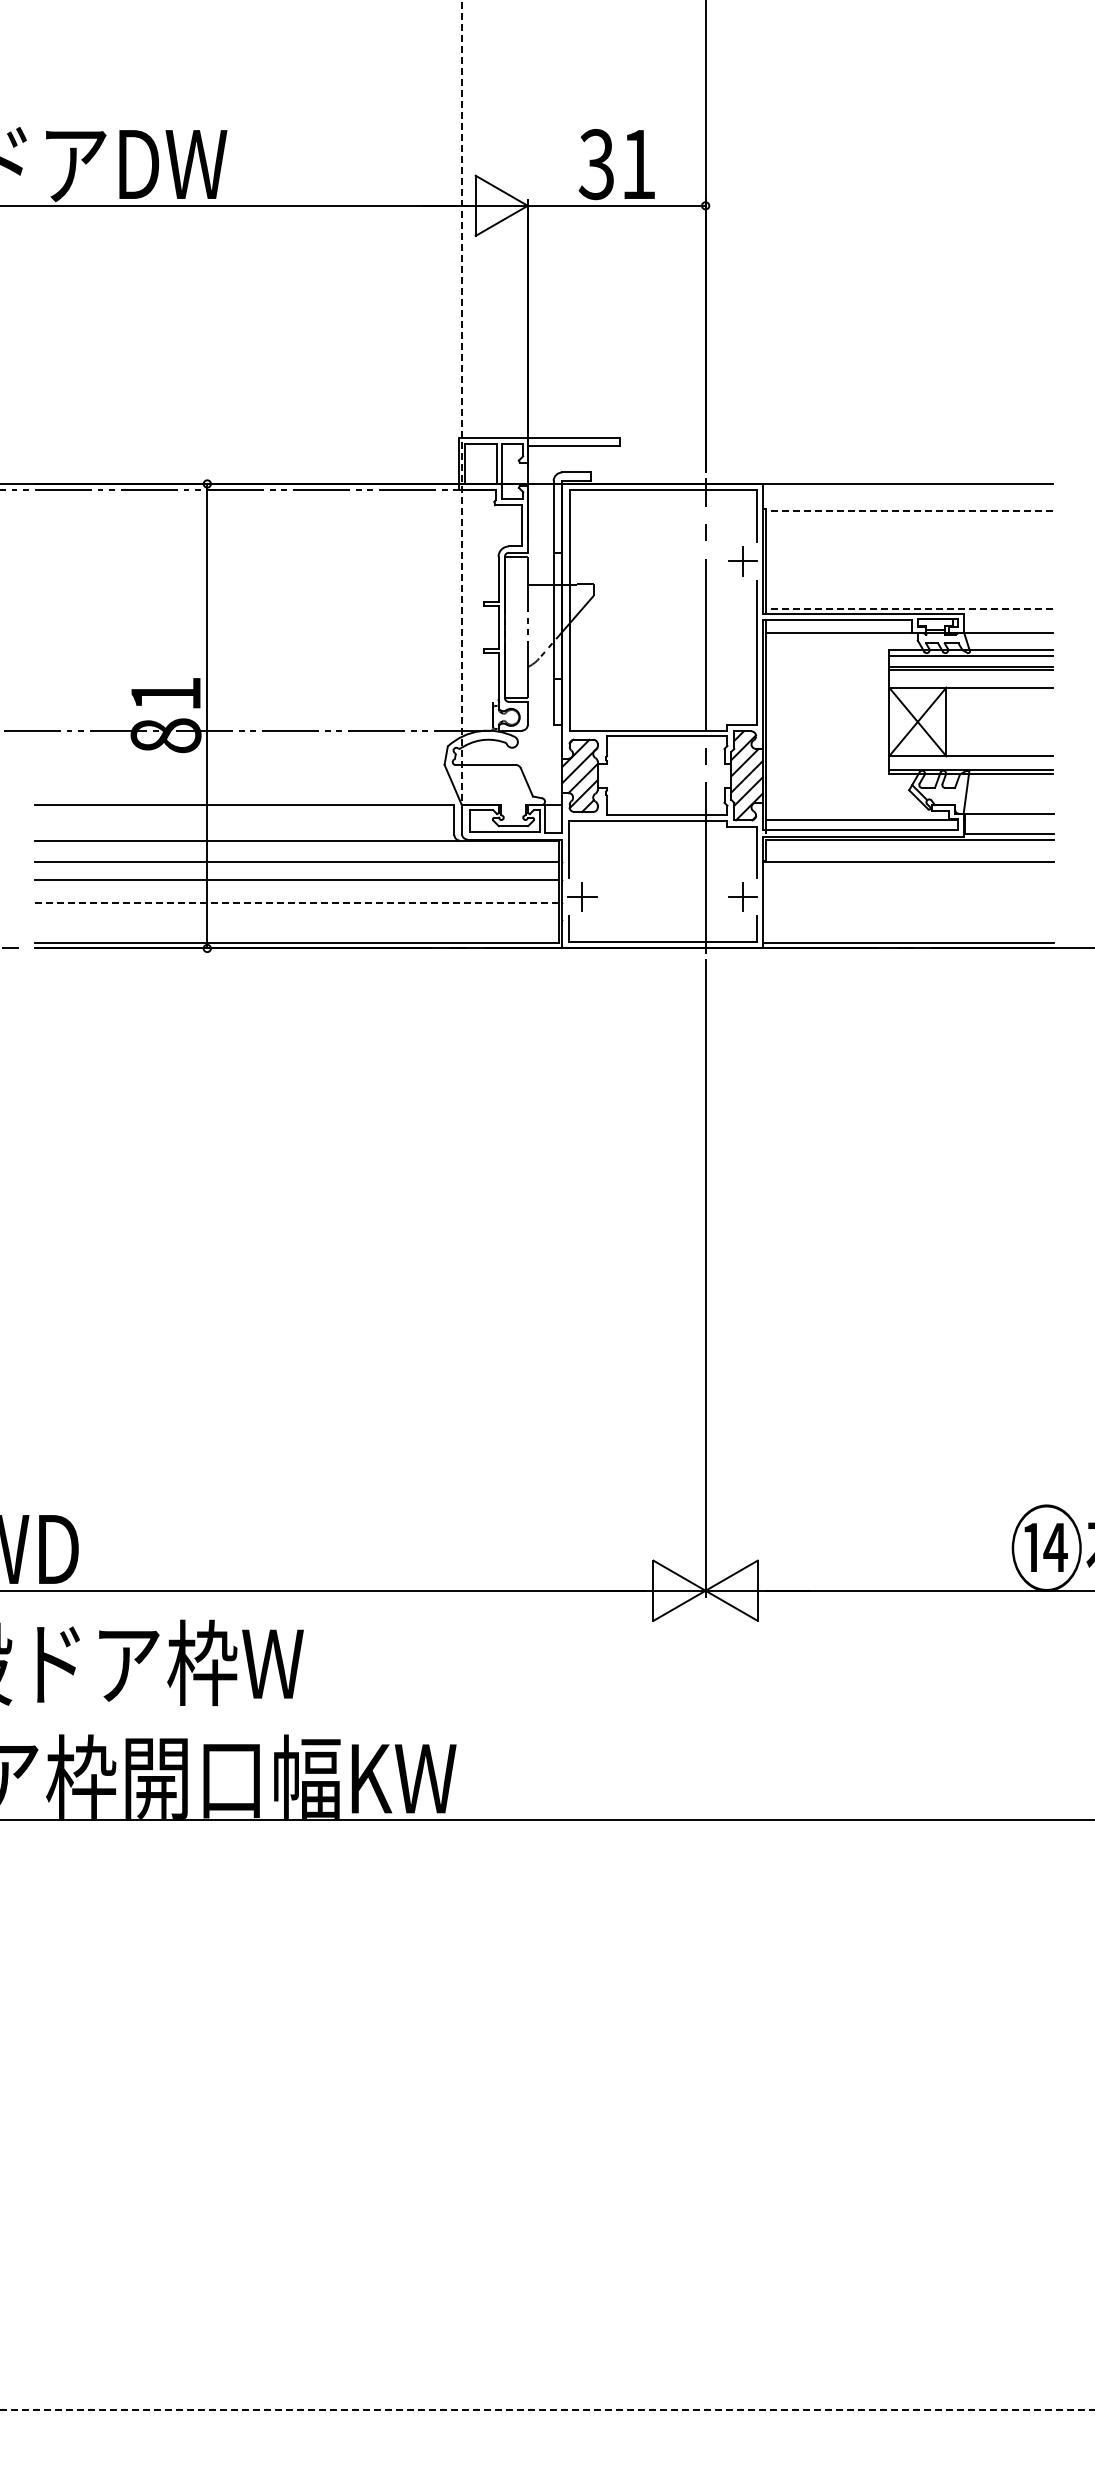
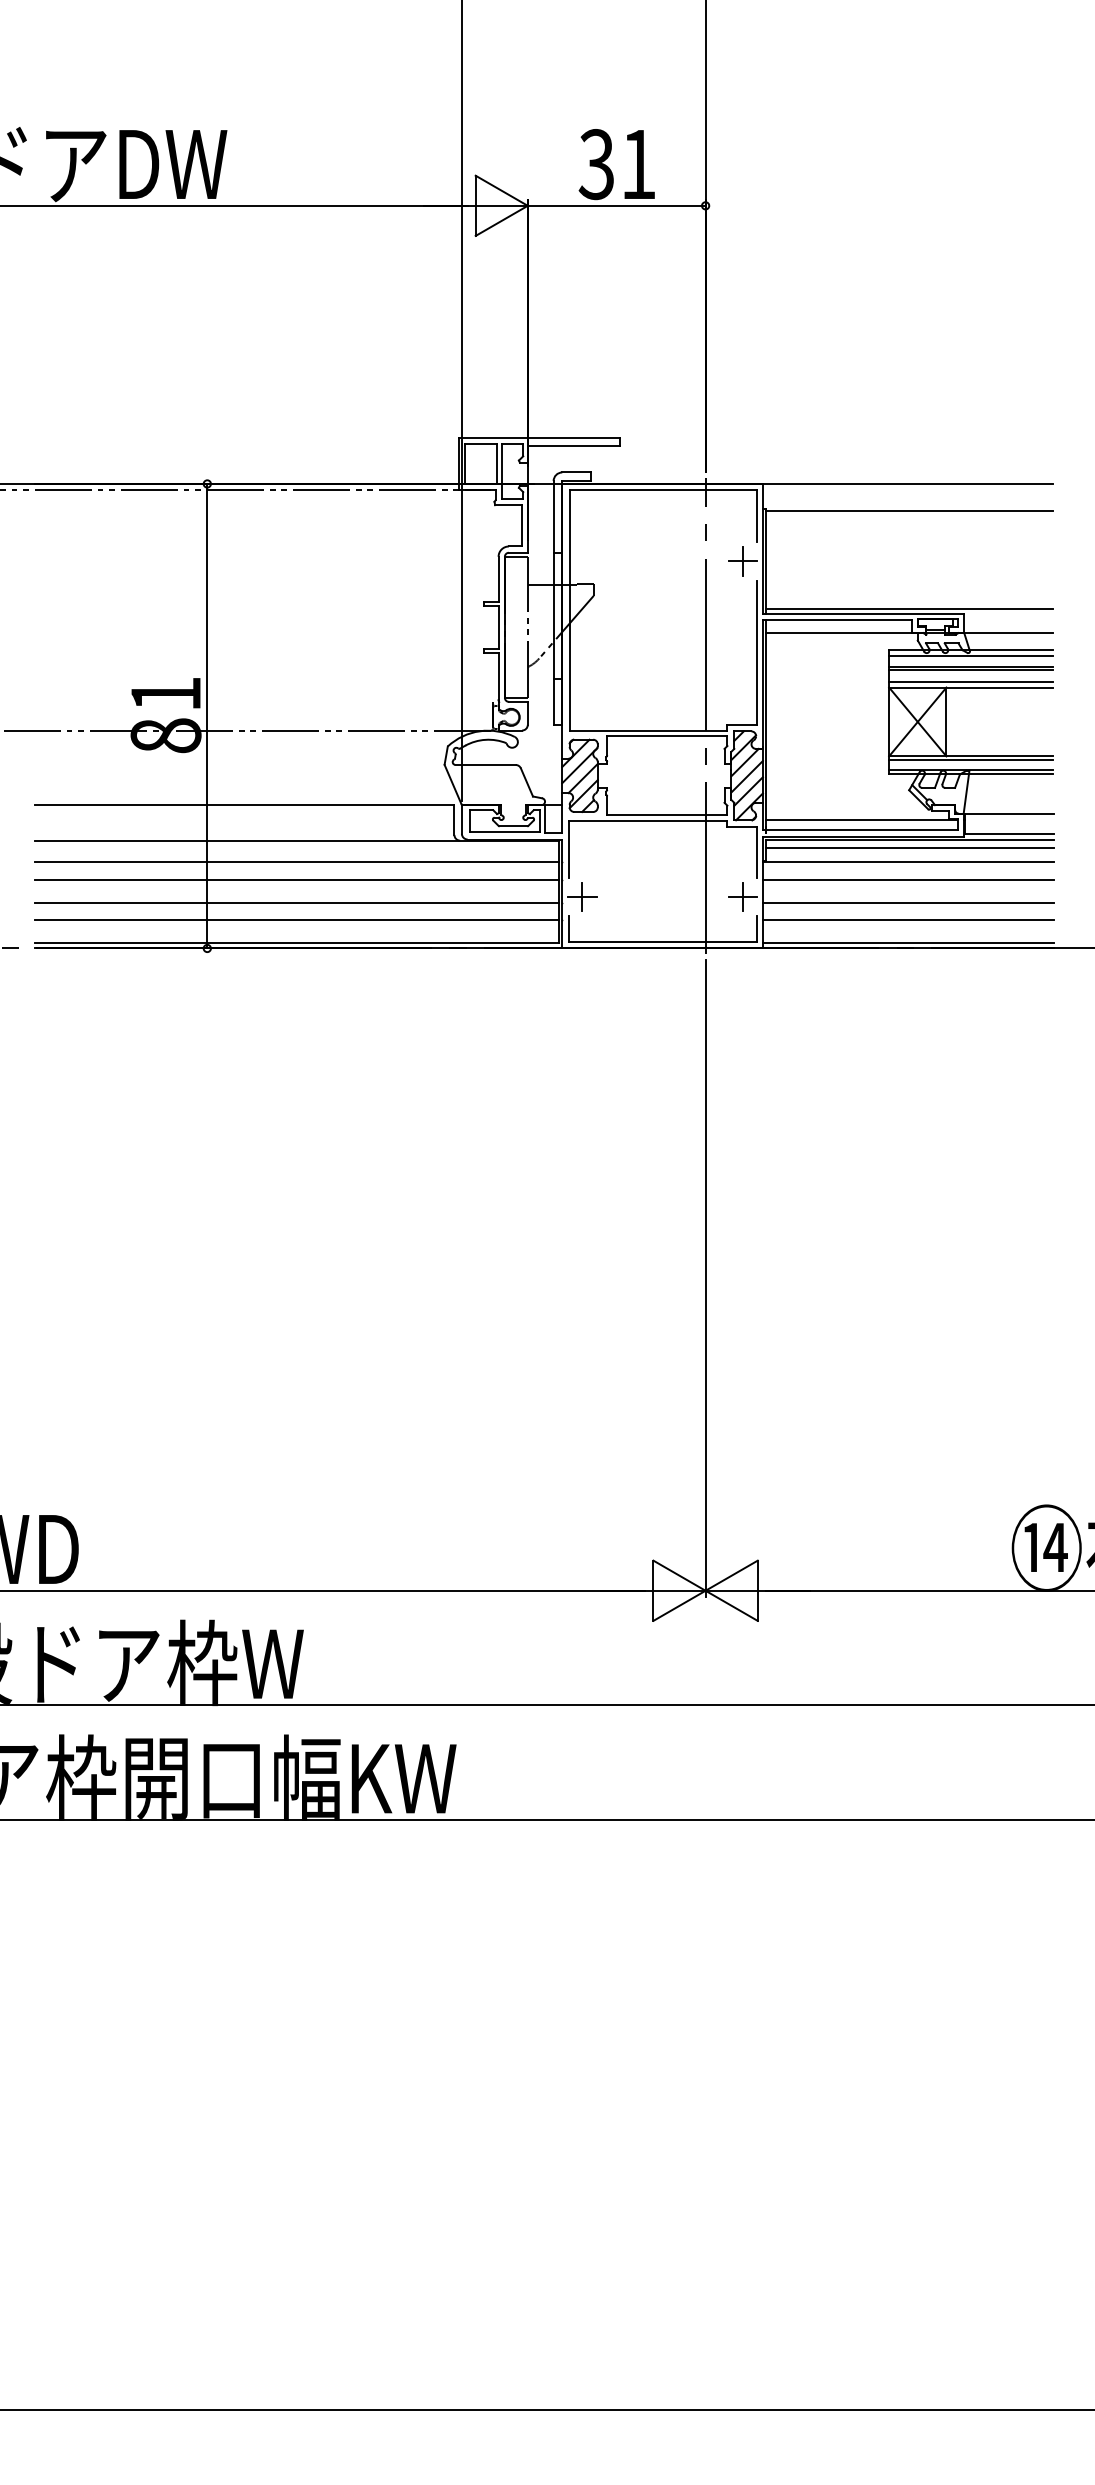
line at (461, 400): dashed -> solid
line at (908, 511): dashed -> solid
line at (908, 608): dashed -> solid
line at (970, 681): none -> present
line at (970, 760): none -> present
line at (909, 848): none -> present
line at (907, 879): none -> present
line at (296, 902): dashed -> solid
line at (907, 902): none -> present
line at (296, 919): none -> present
line at (907, 919): none -> present
line at (546, 1705): none -> present
line at (547, 2410): dashed -> solid
